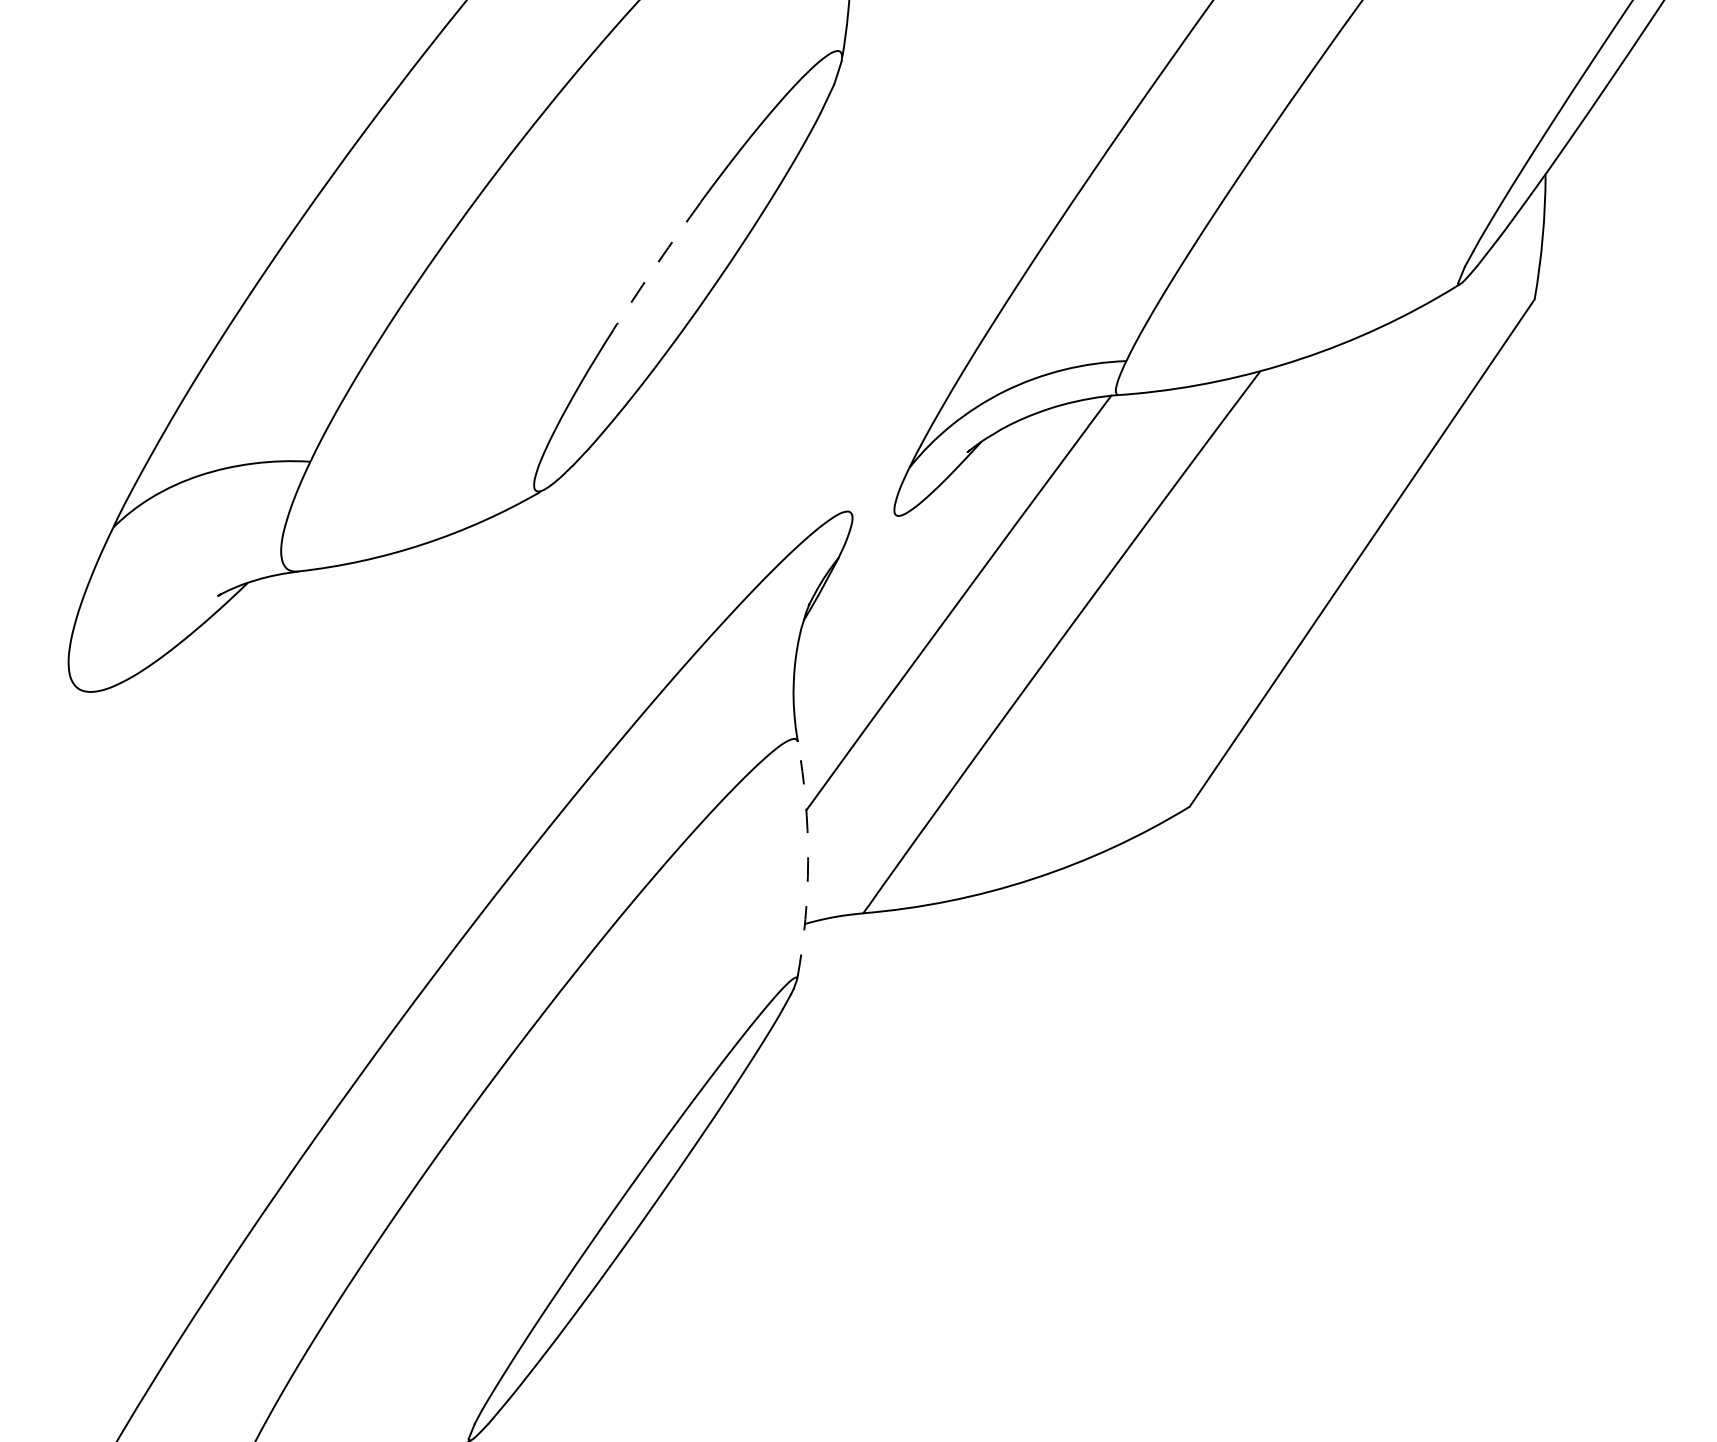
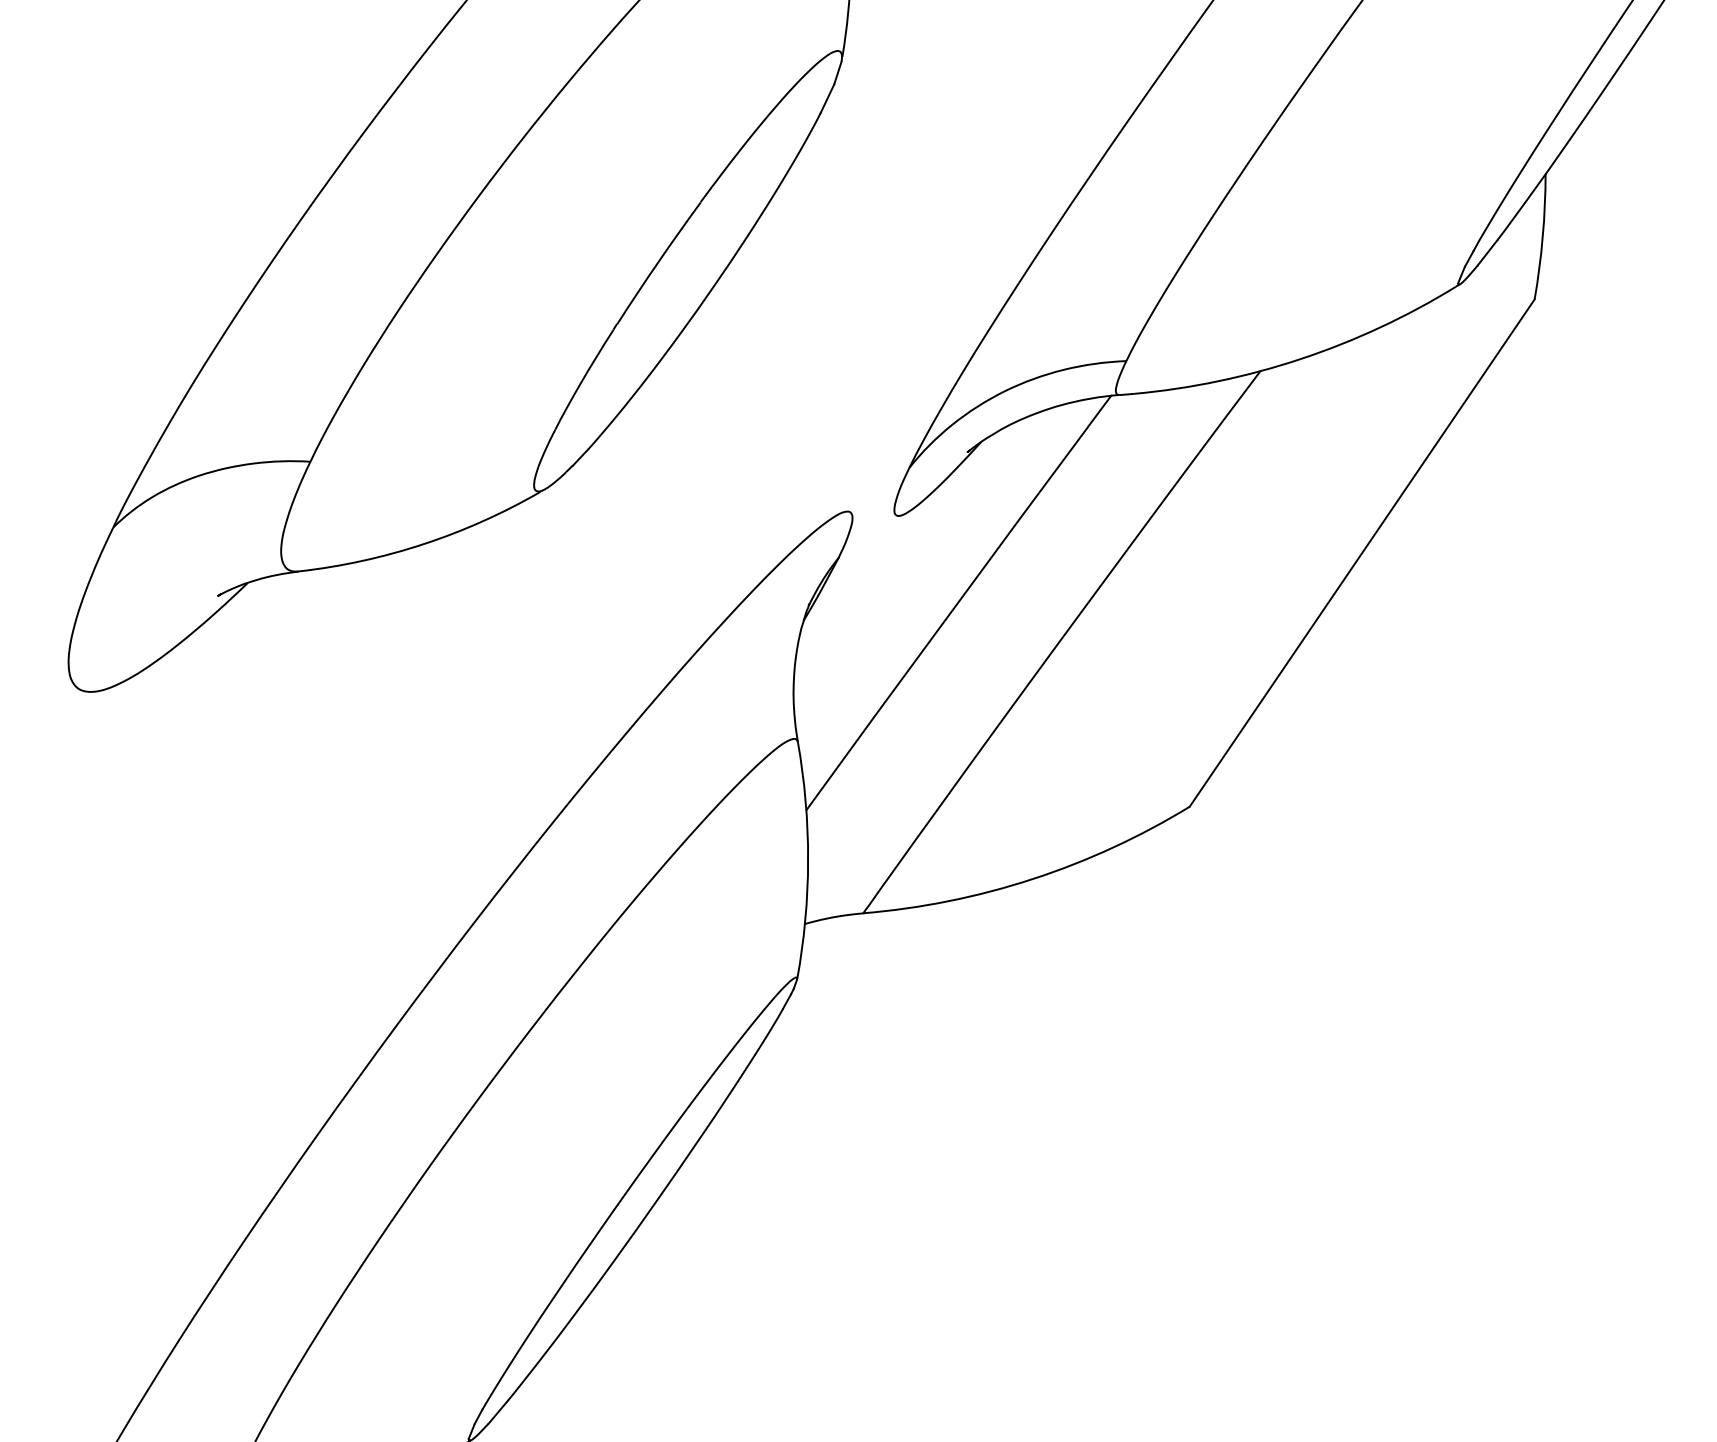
arc at (658, 262): dashed -> solid
arc at (808, 860): dashed -> solid
